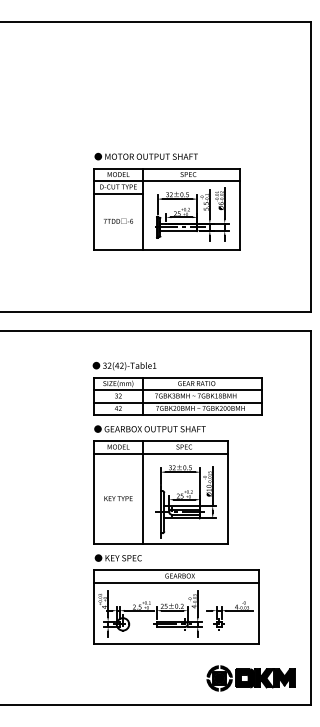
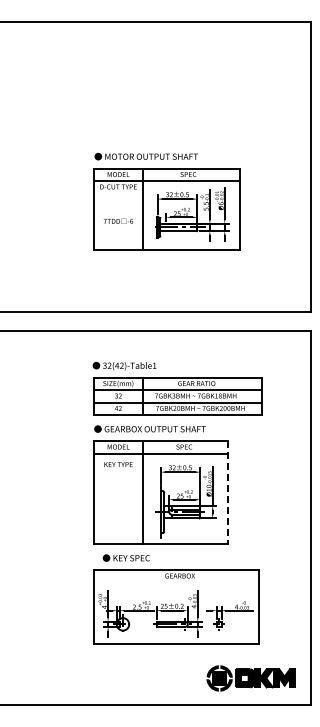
line at (118, 193): present -> none
line at (228, 493): solid -> dashed
text at (118, 498) position: (118, 498) -> (118, 464)
text at (117, 557) position: (117, 557) -> (125, 557)
line at (176, 582): present -> none
